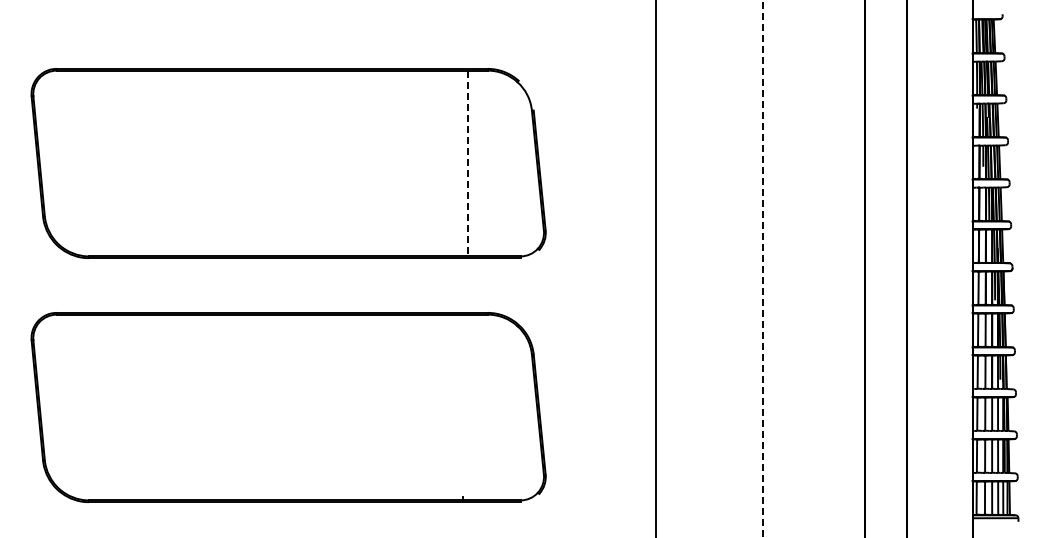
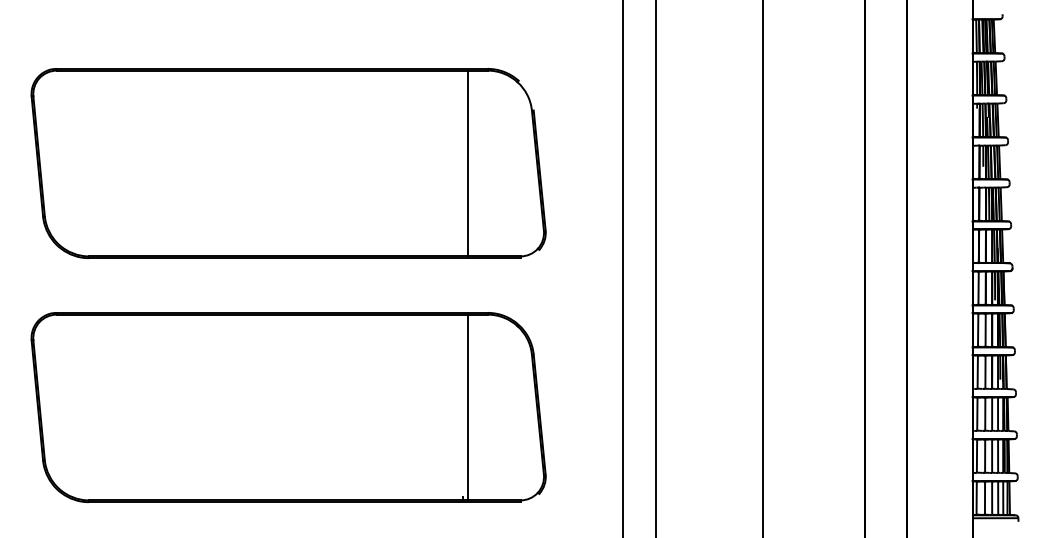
line at (467, 163): dashed -> solid
line at (622, 268): none -> present
line at (762, 268): dashed -> solid
line at (467, 407): none -> present
